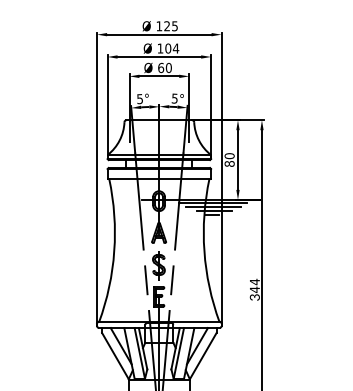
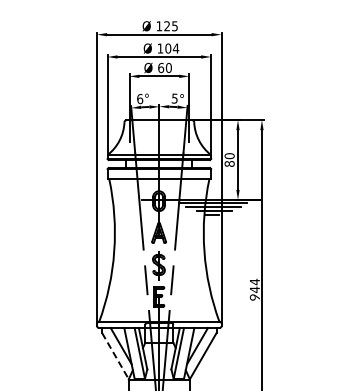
text at (140, 99): 5° -> 6°
text at (254, 297): 3 -> 9
line at (115, 356): solid -> dashed
